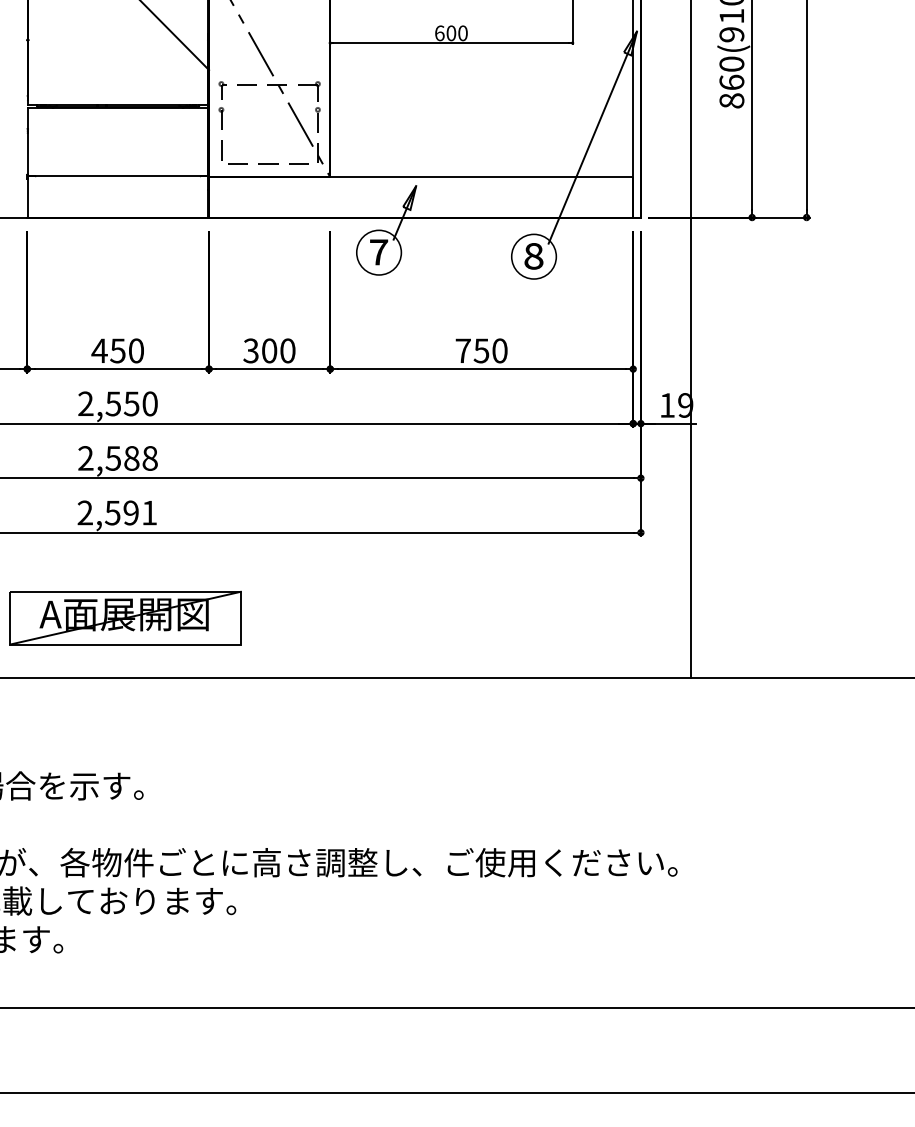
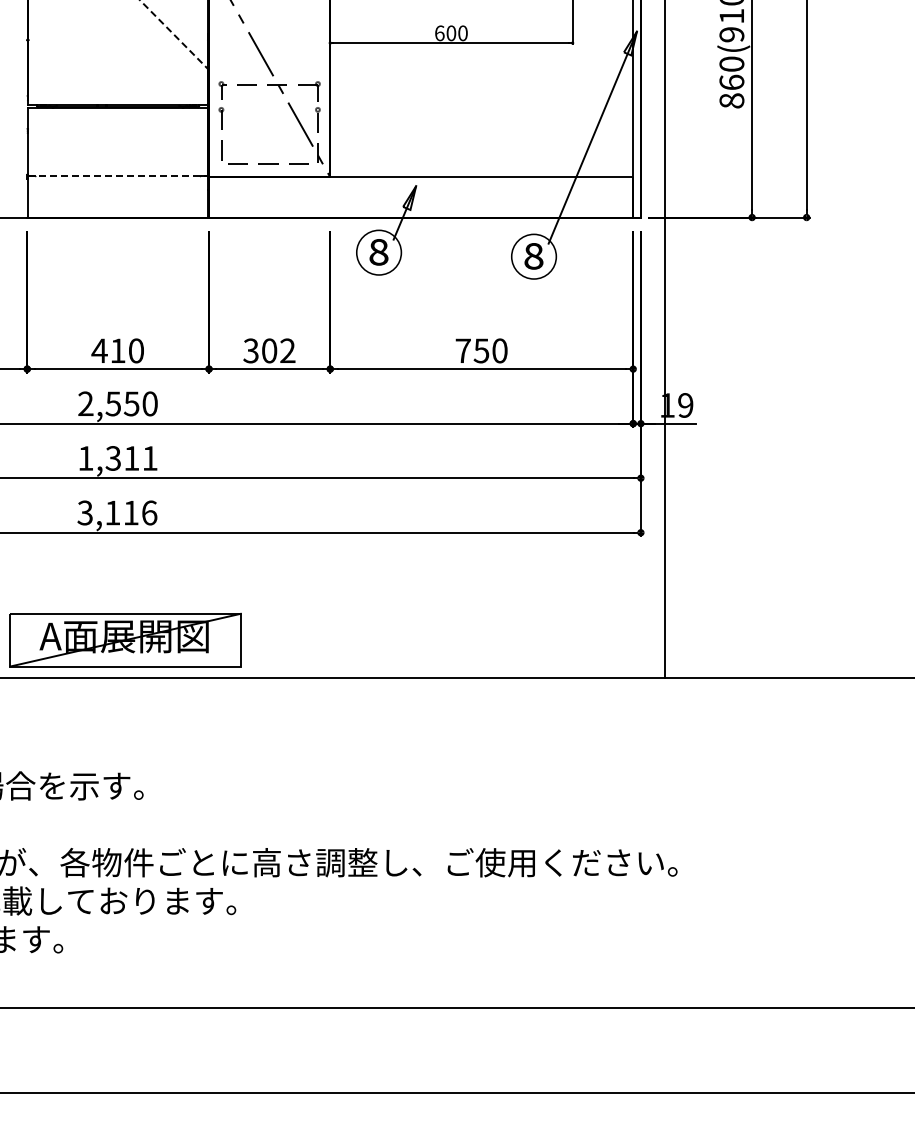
line at (174, 35): solid -> dashed
line at (118, 175): solid -> dashed
text at (378, 252): ⑦ -> ⑧
line at (690, 340) position: (690, 340) -> (664, 340)
text at (117, 350): 450 -> 410
text at (287, 350): 300 -> 302
text at (117, 458): 2,588 -> 1,311
text at (117, 512): 2,591 -> 3,116
part at (125, 617) position: (125, 617) -> (125, 639)
